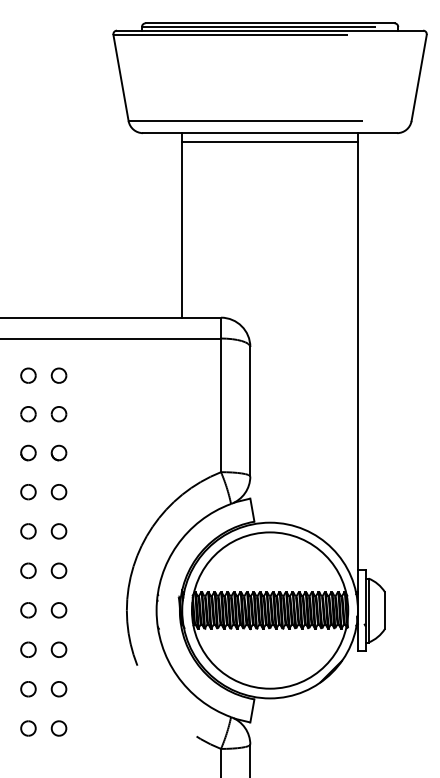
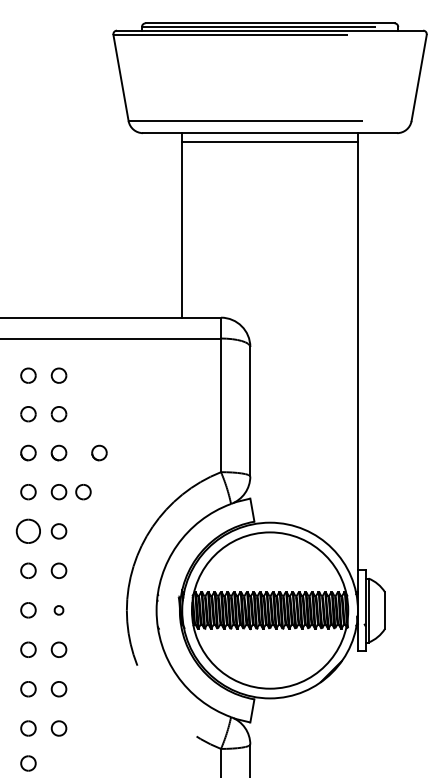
part at (99, 452): none -> present
part at (83, 492): none -> present
part at (28, 531) size: 17x17 px -> 26x26 px
part at (58, 610) size: 18x17 px -> 12x11 px
part at (28, 763): none -> present
